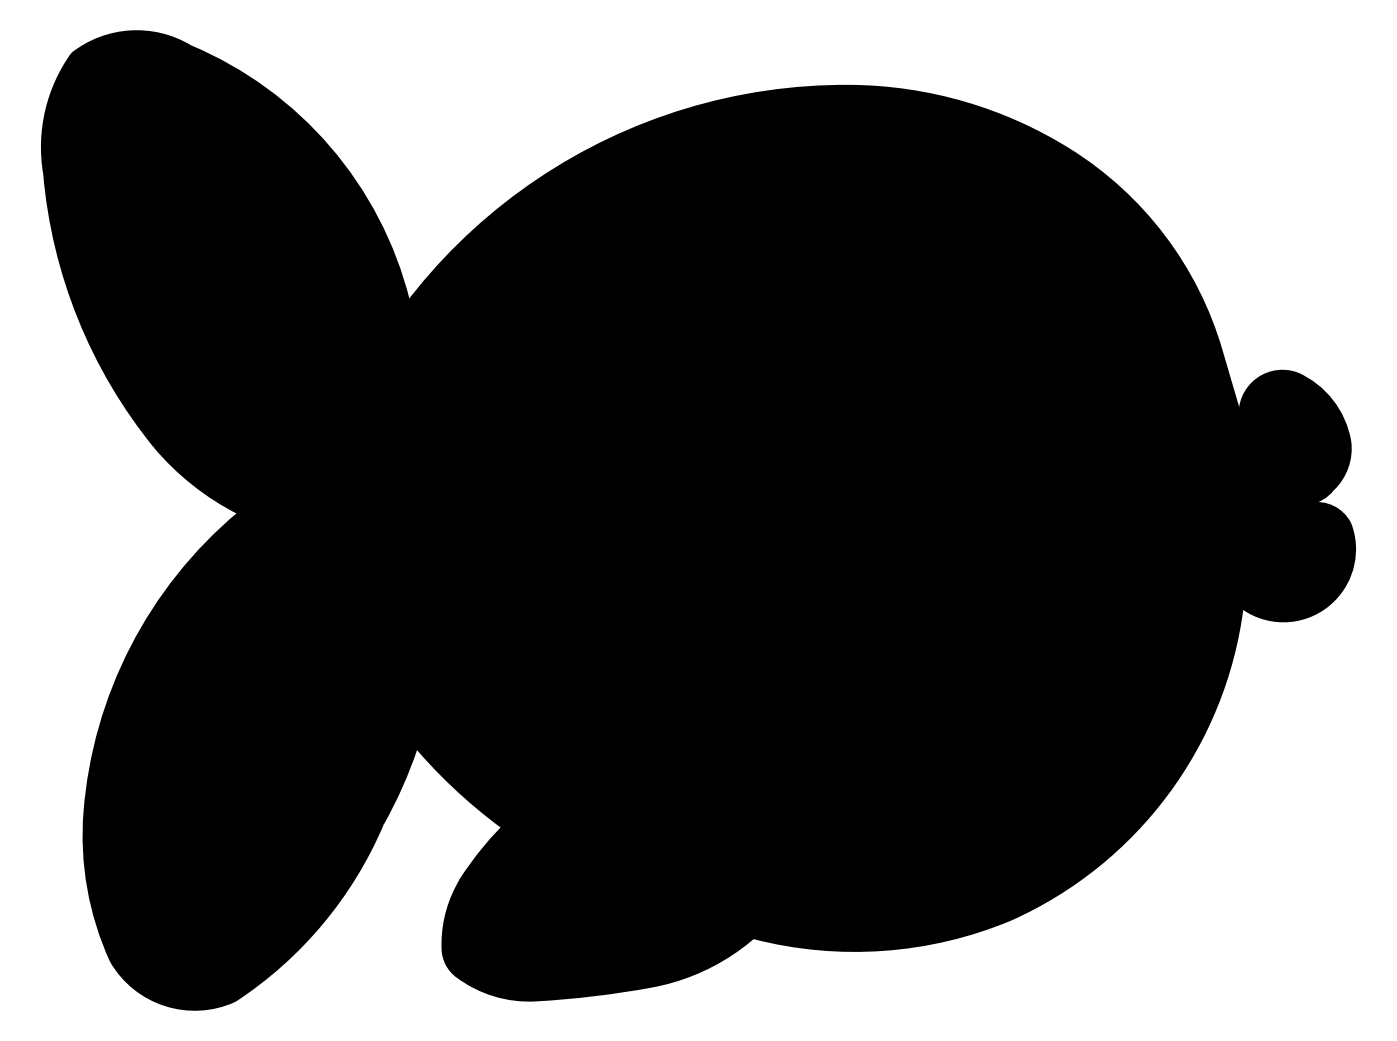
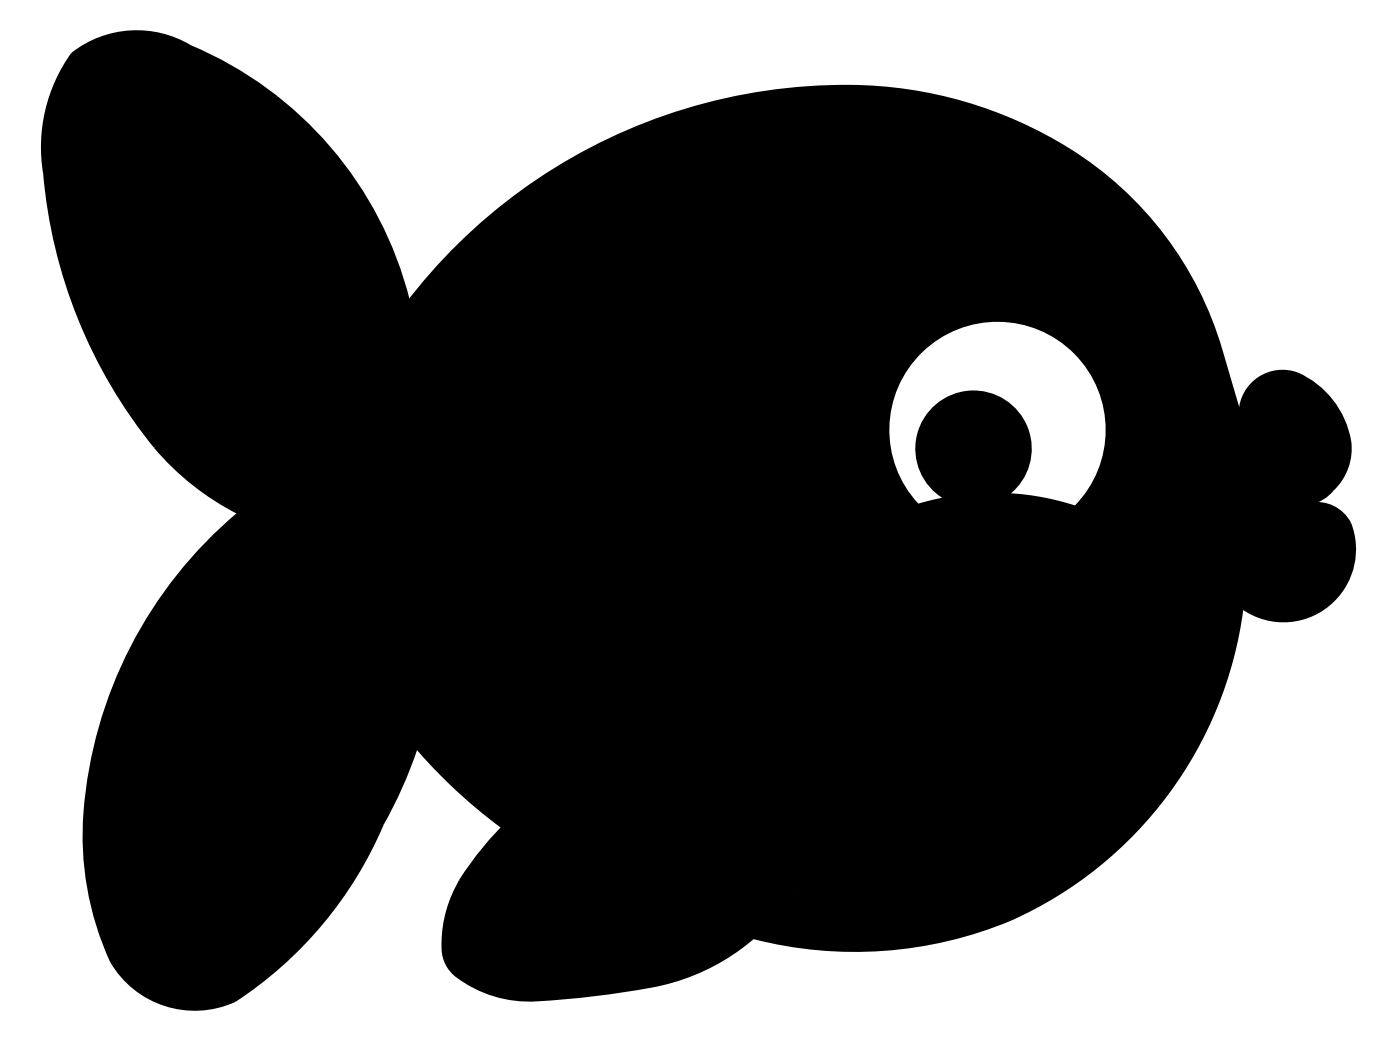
fill at (997, 413): present -> none
